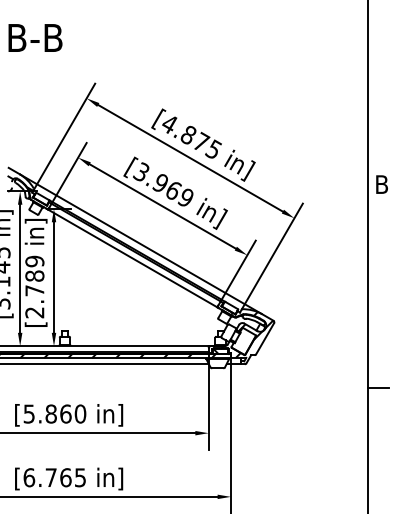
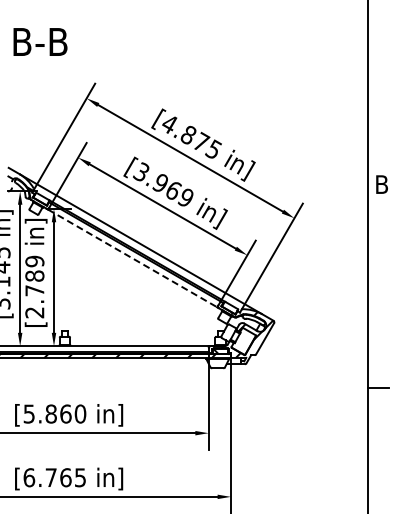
text at (35, 37) position: (35, 37) -> (40, 41)
line at (132, 258): solid -> dashed
line at (105, 364): present -> none
